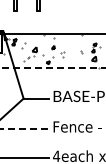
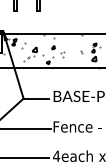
line at (52, 67): dashed -> solid
line at (26, 129): dashed -> solid
